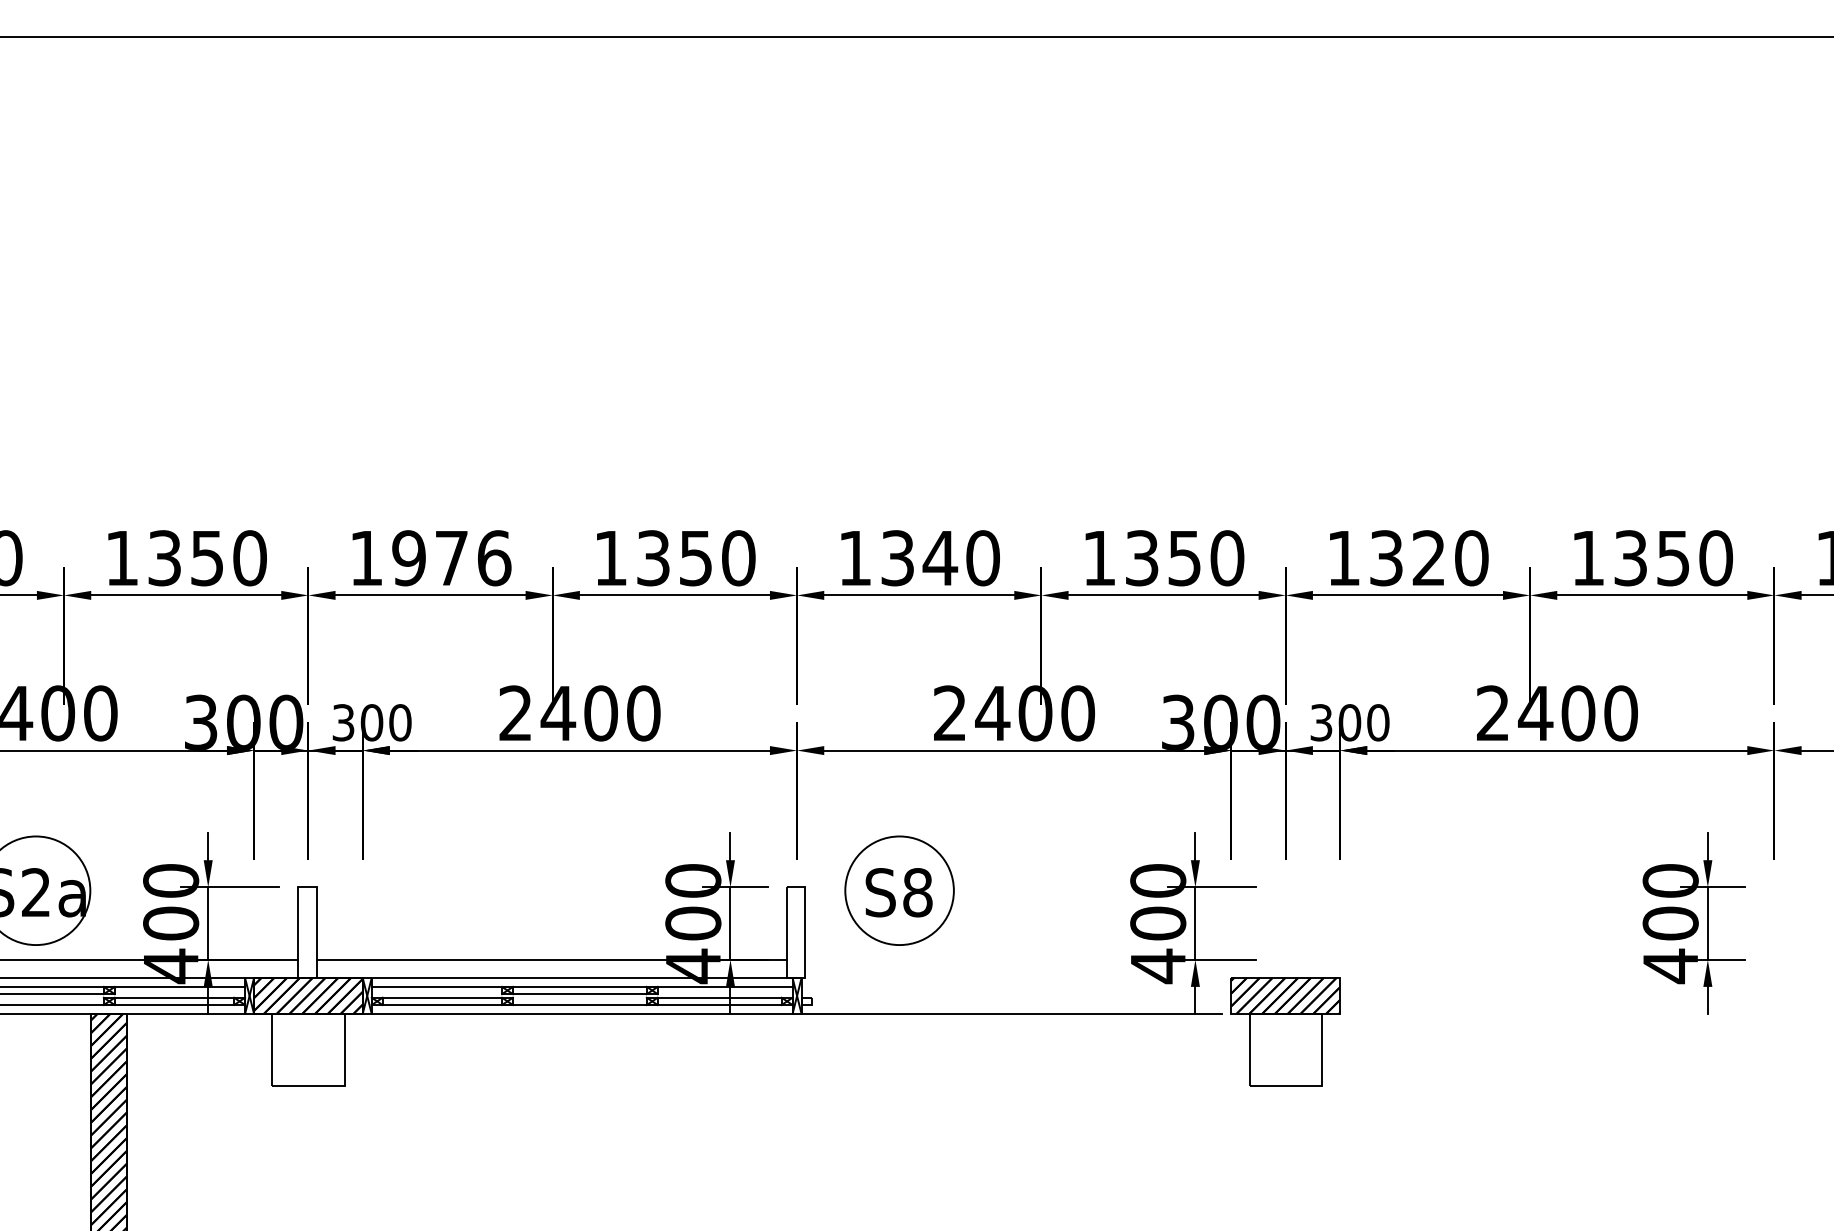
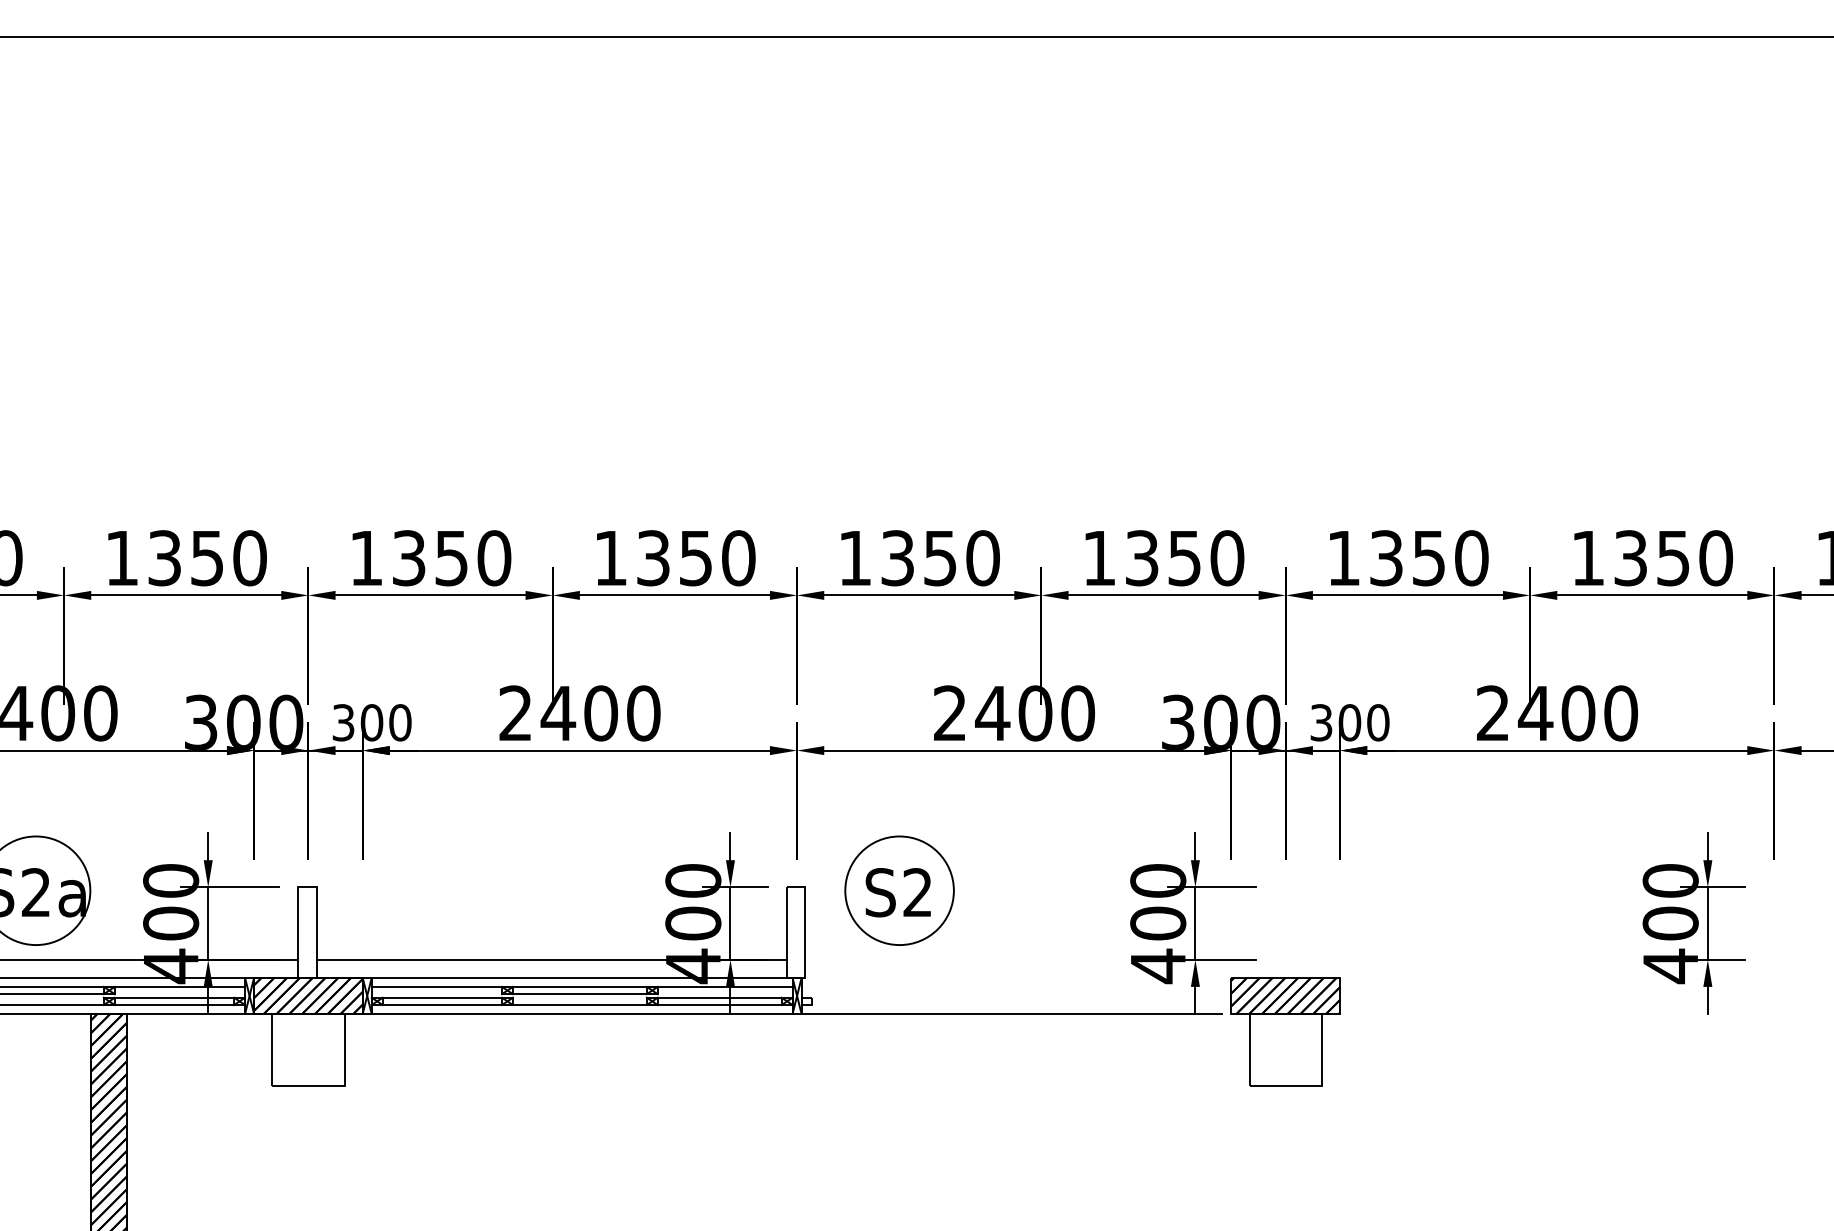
text at (451, 558): 1976 -> 1350
text at (940, 558): 1340 -> 1350
text at (1428, 558): 1320 -> 1350
text at (917, 892): S8 -> S2
